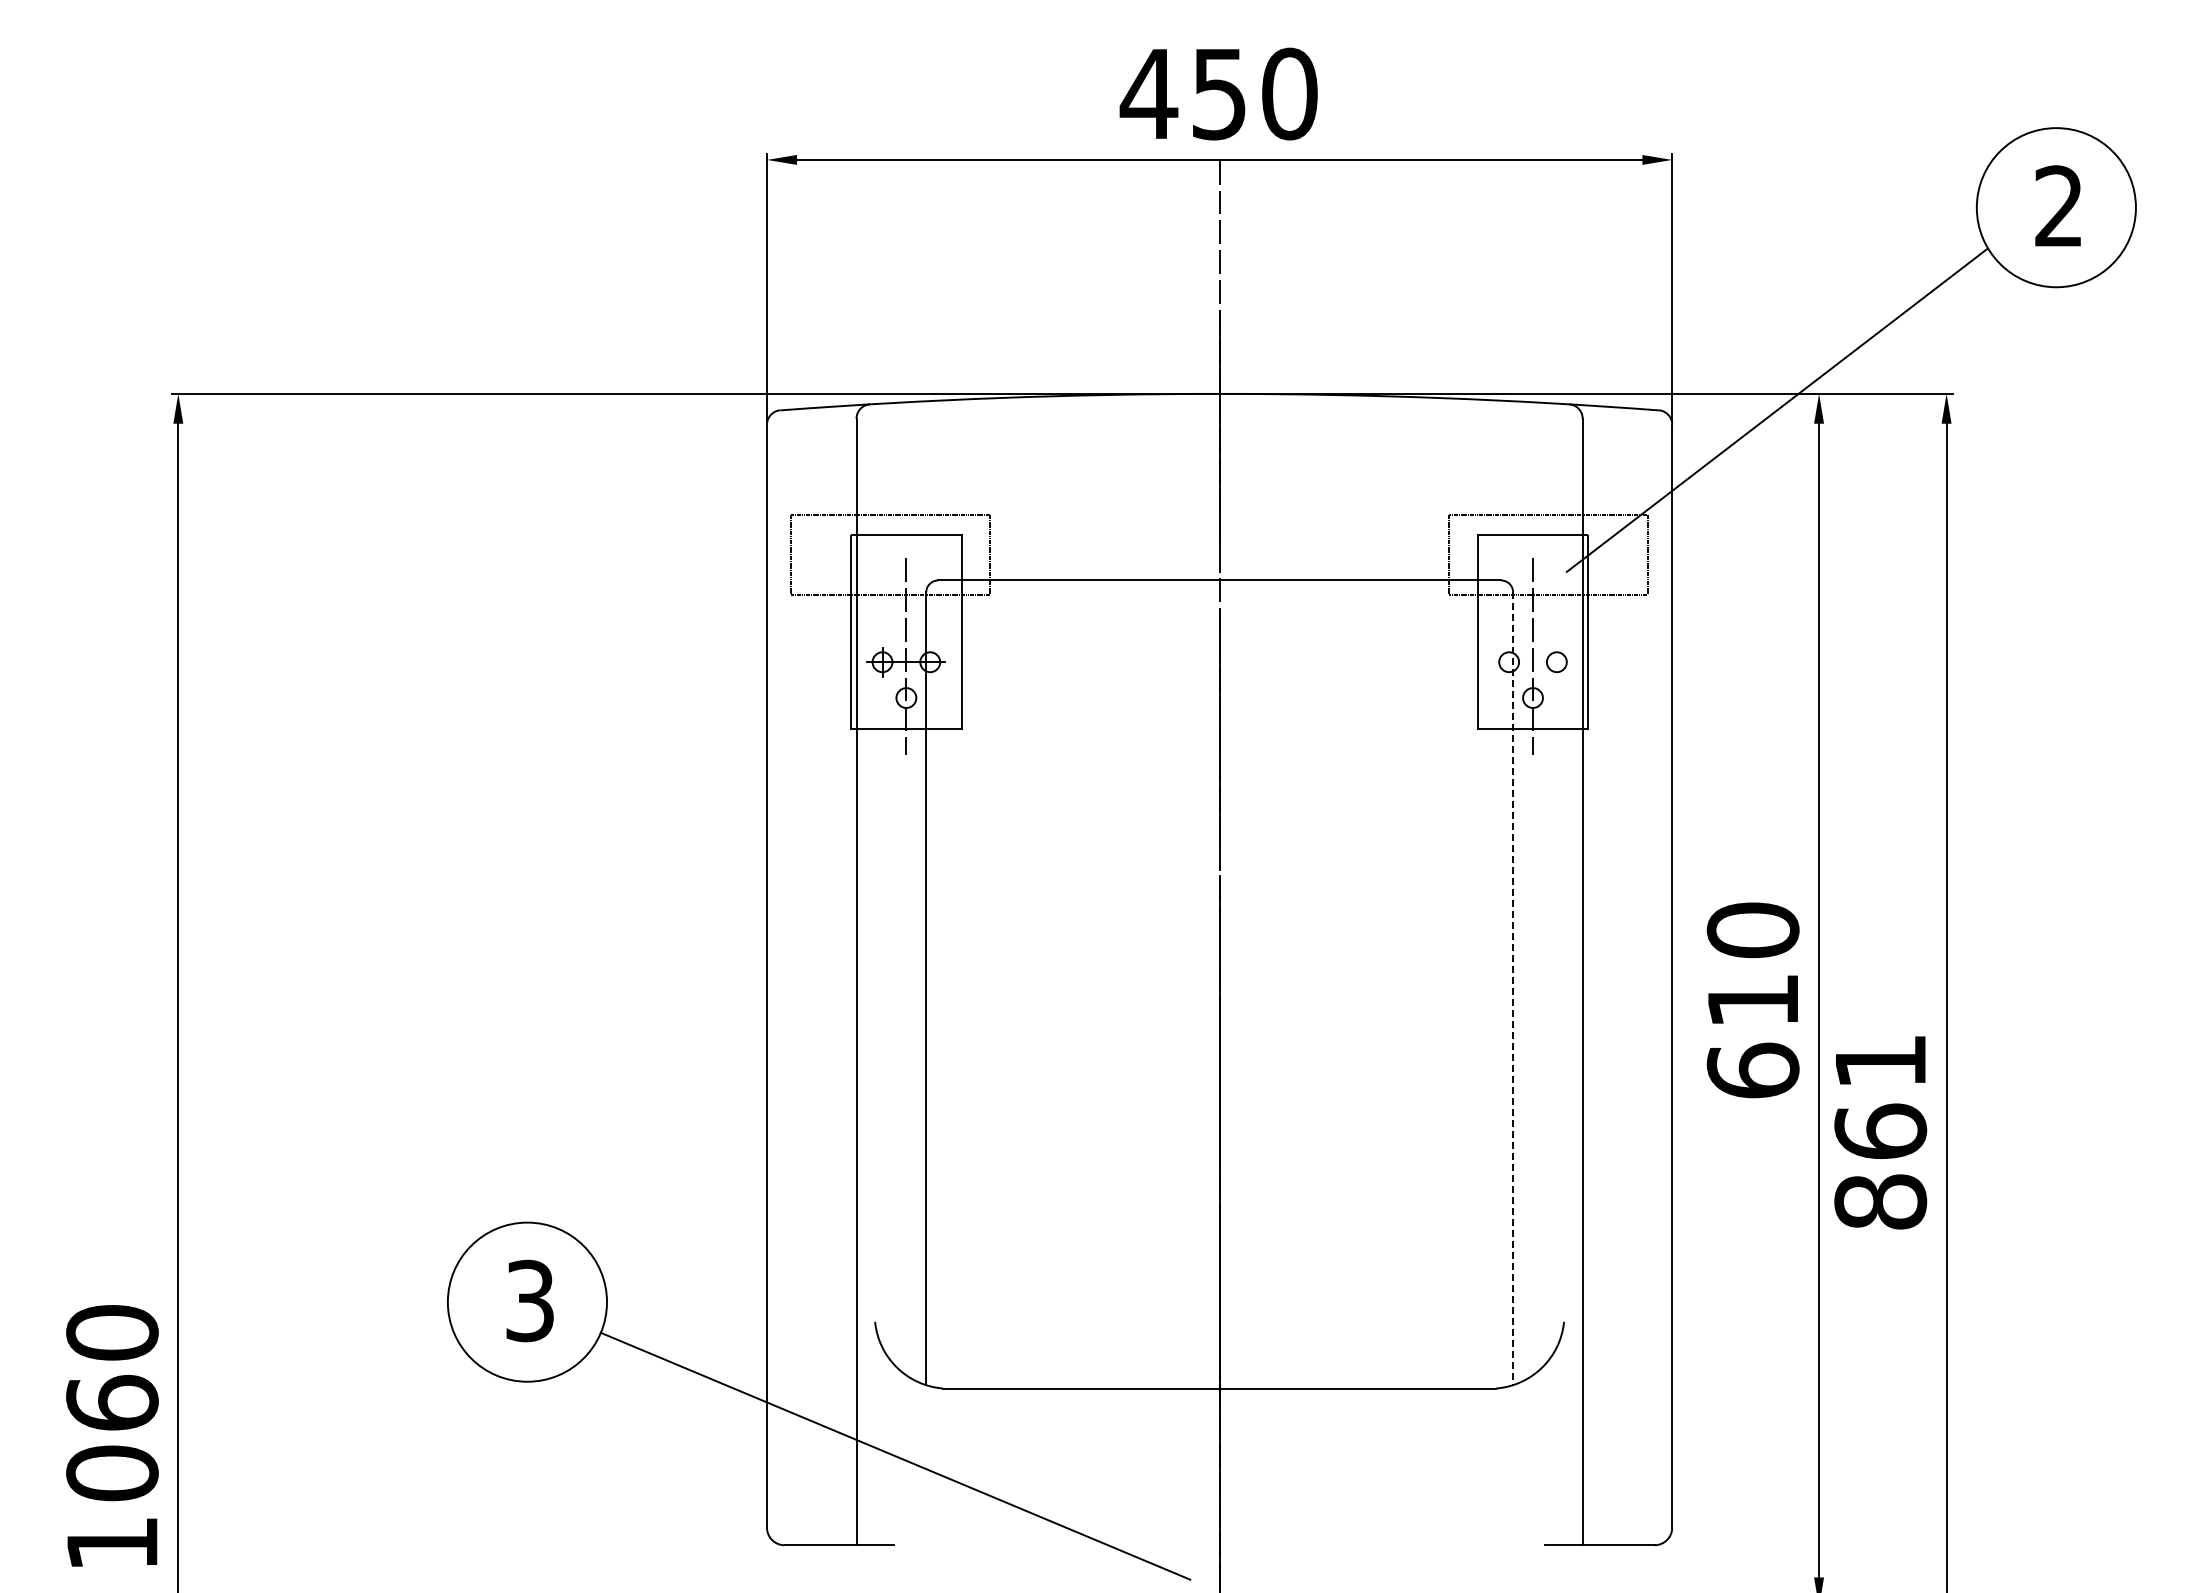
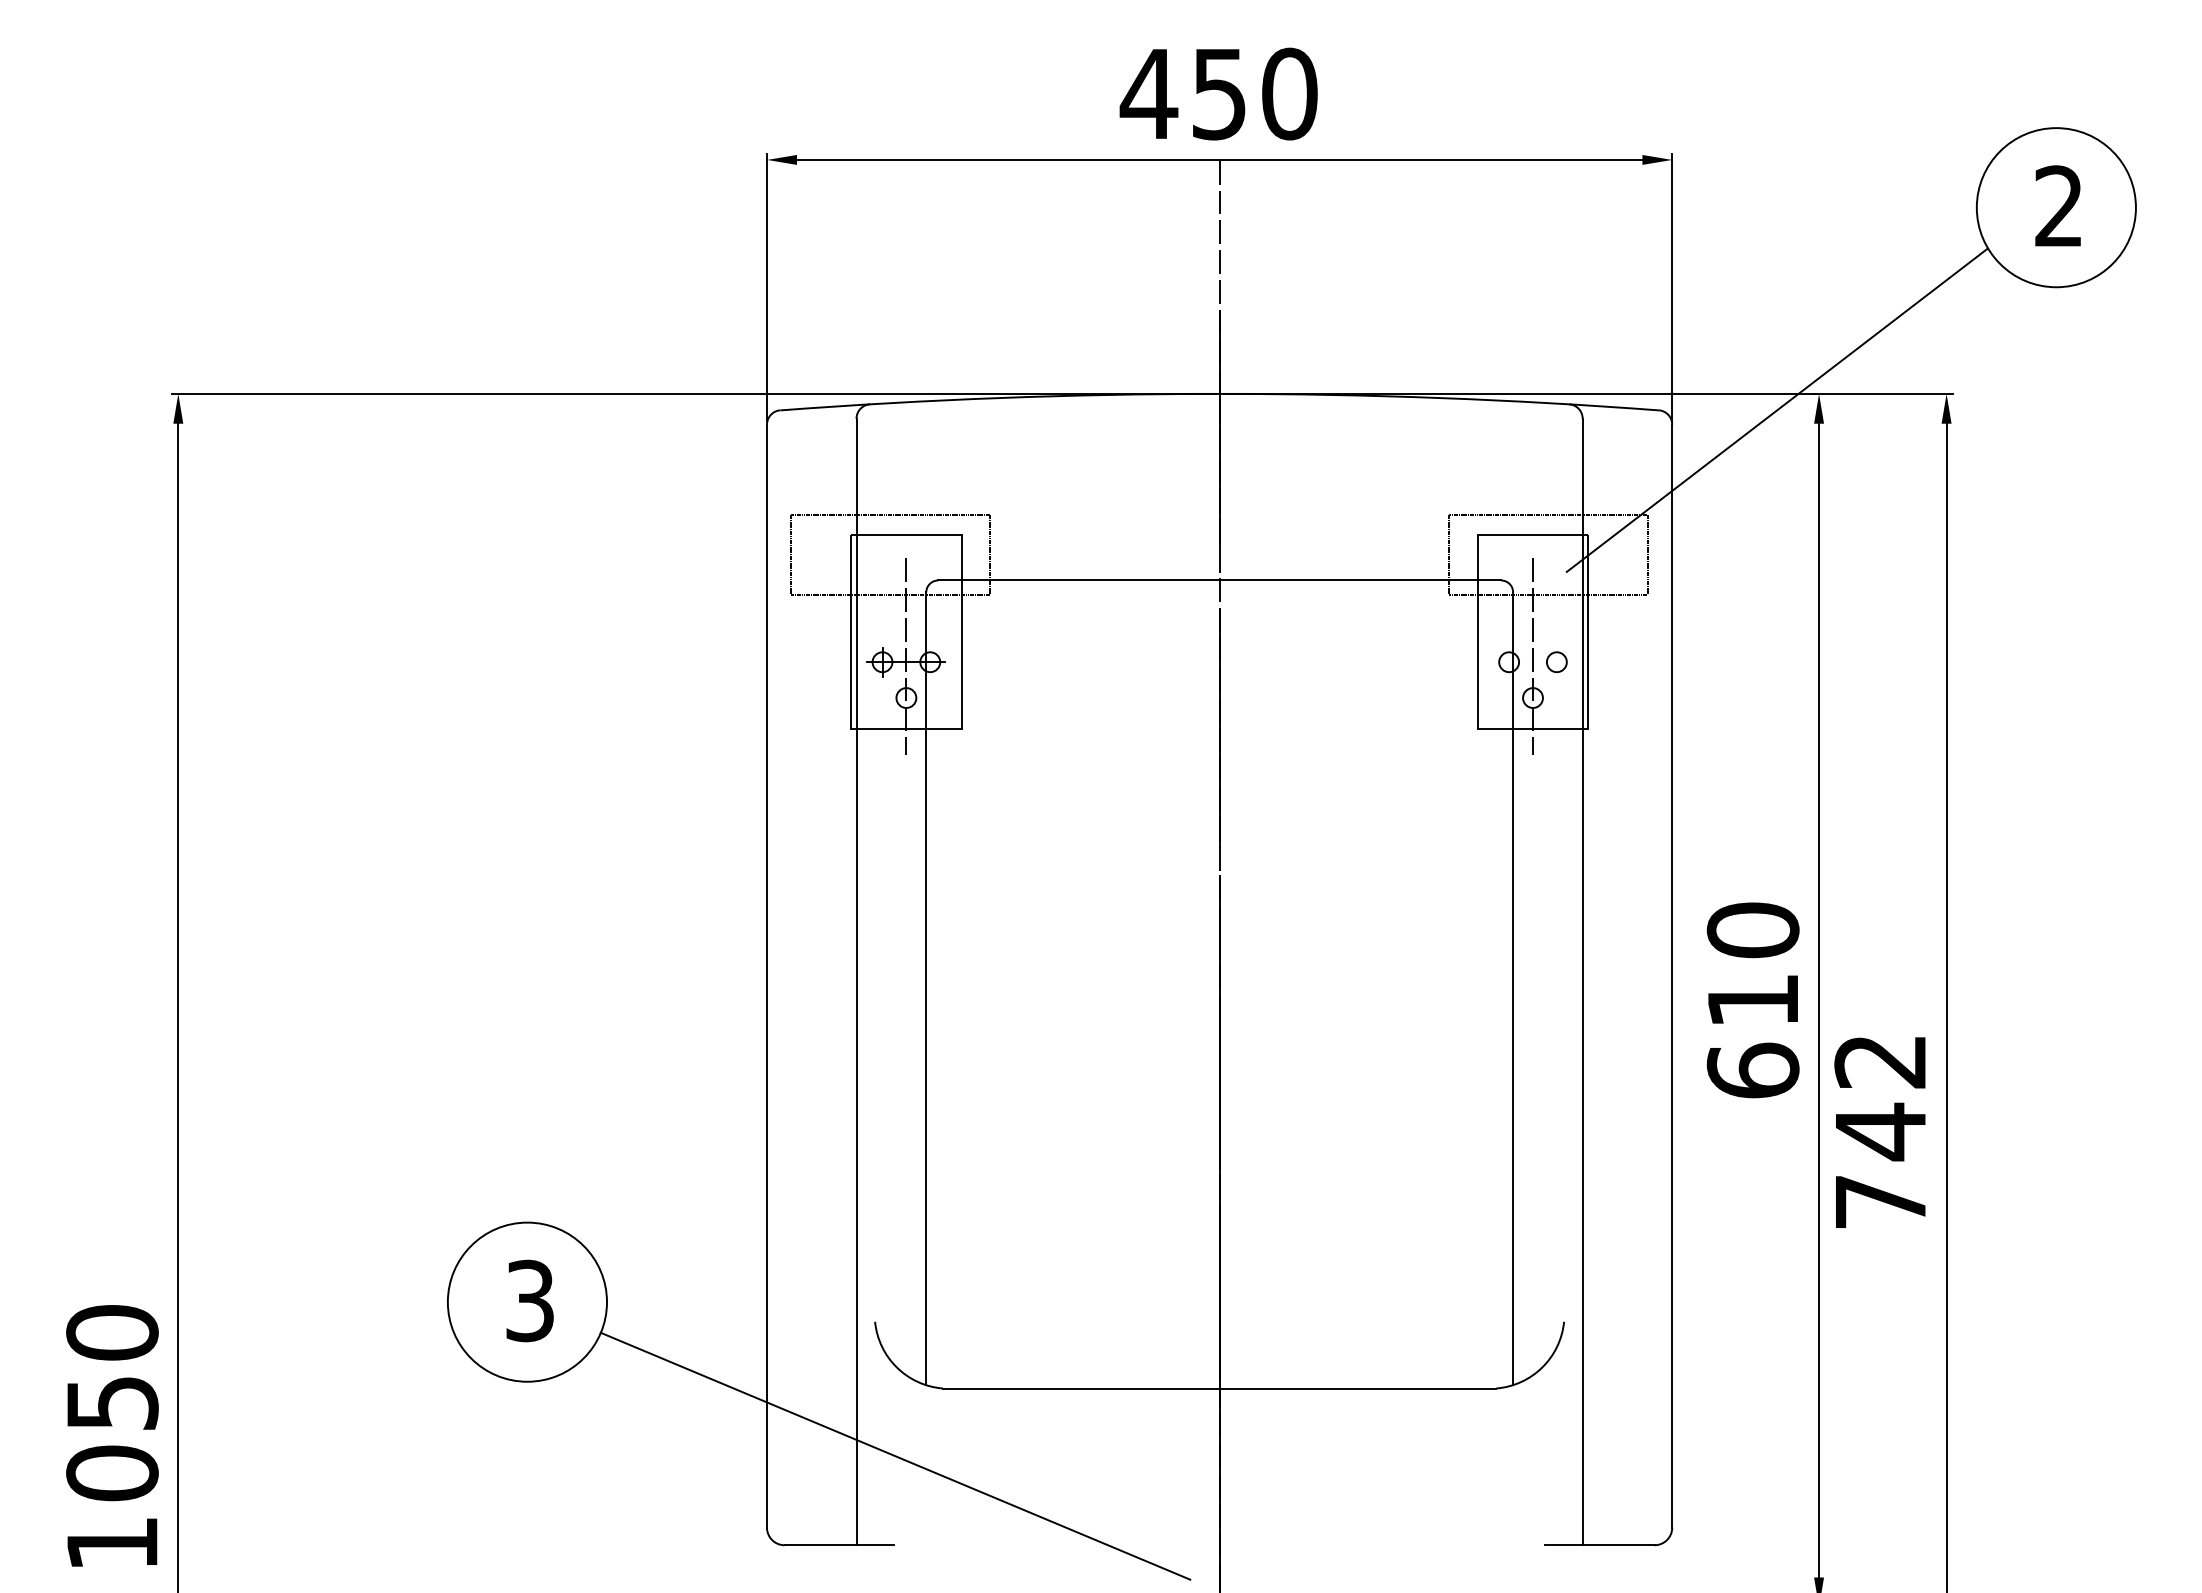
line at (1513, 989): dashed -> solid
text at (1880, 1132): 861 -> 742
text at (112, 1402): 1060 -> 1050
